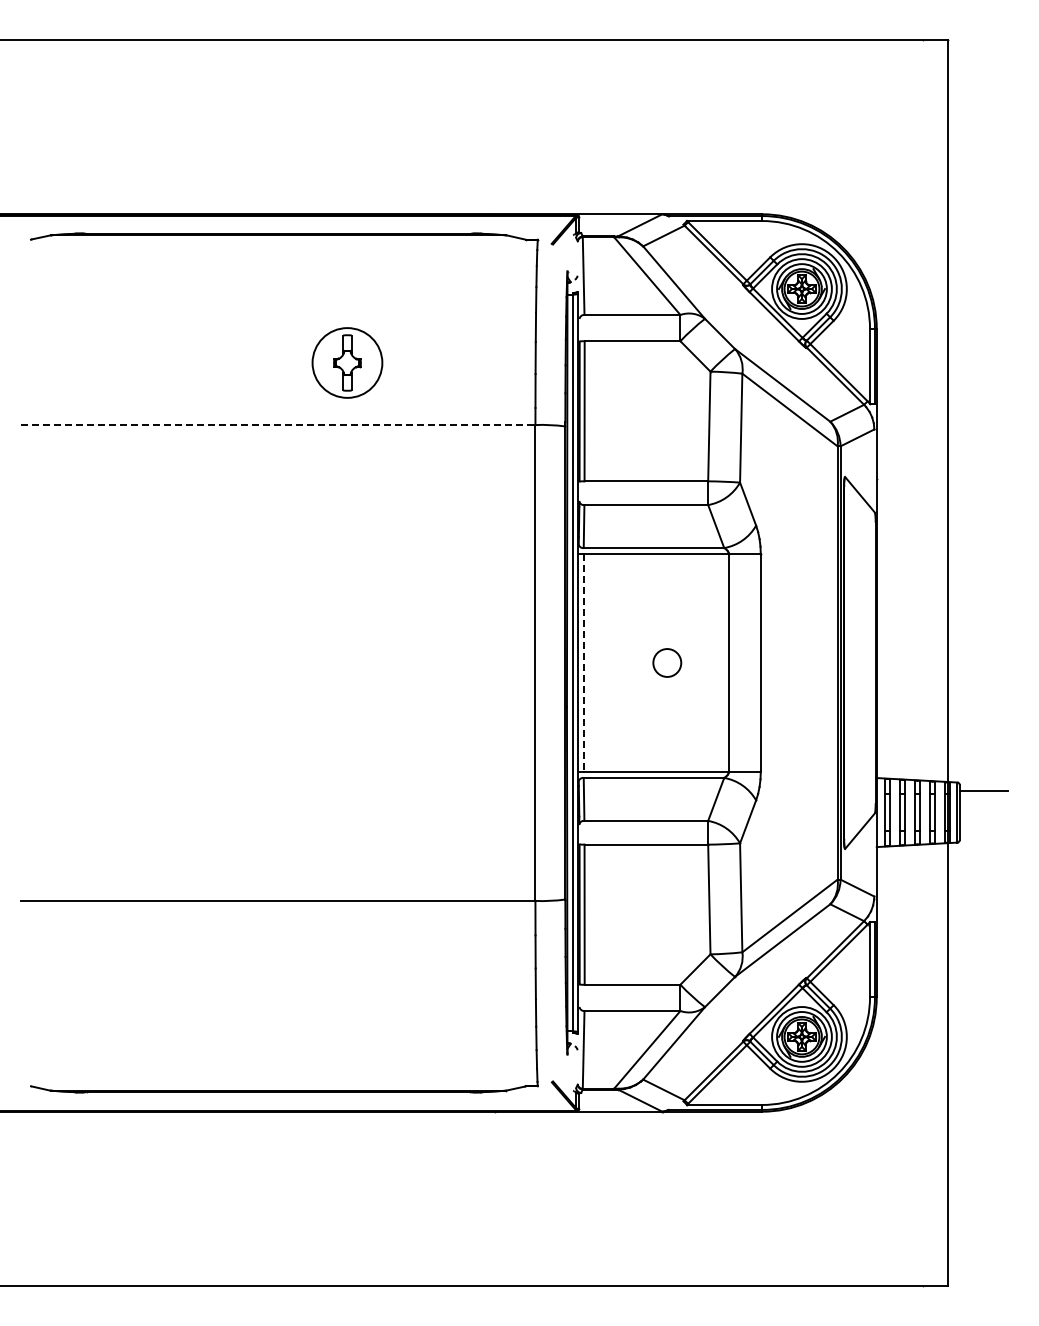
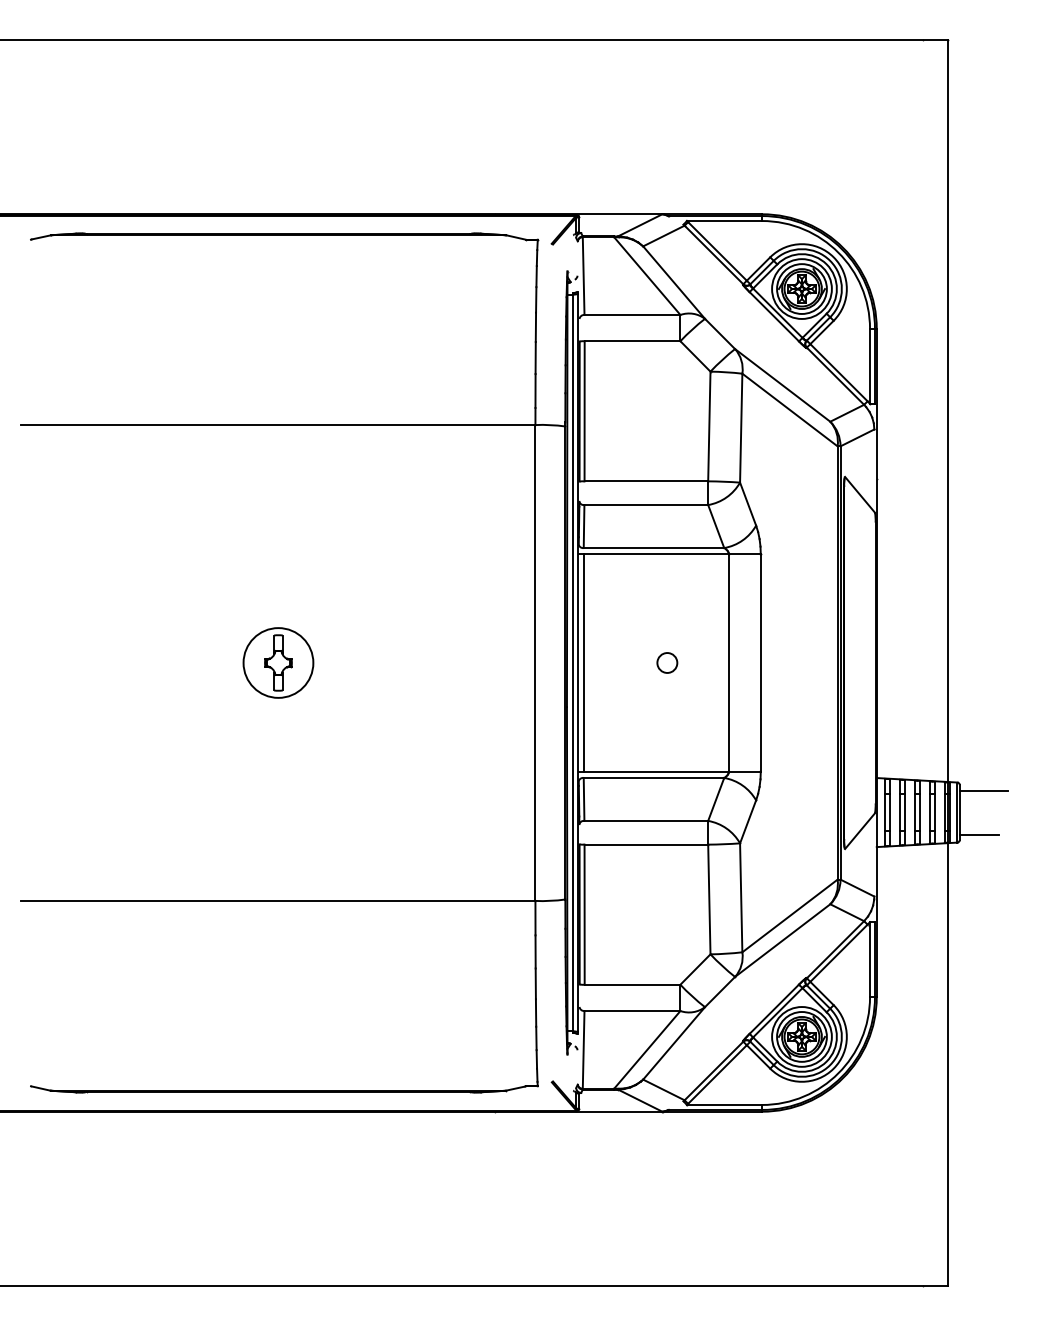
part at (347, 362) position: (347, 362) -> (278, 662)
line at (278, 425): dashed -> solid
circle at (667, 662) size: 31x30 px -> 23x22 px
line at (583, 663): dashed -> solid
line at (978, 834): none -> present
